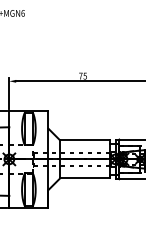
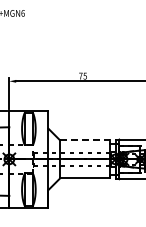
line at (85, 140): solid -> dashed
